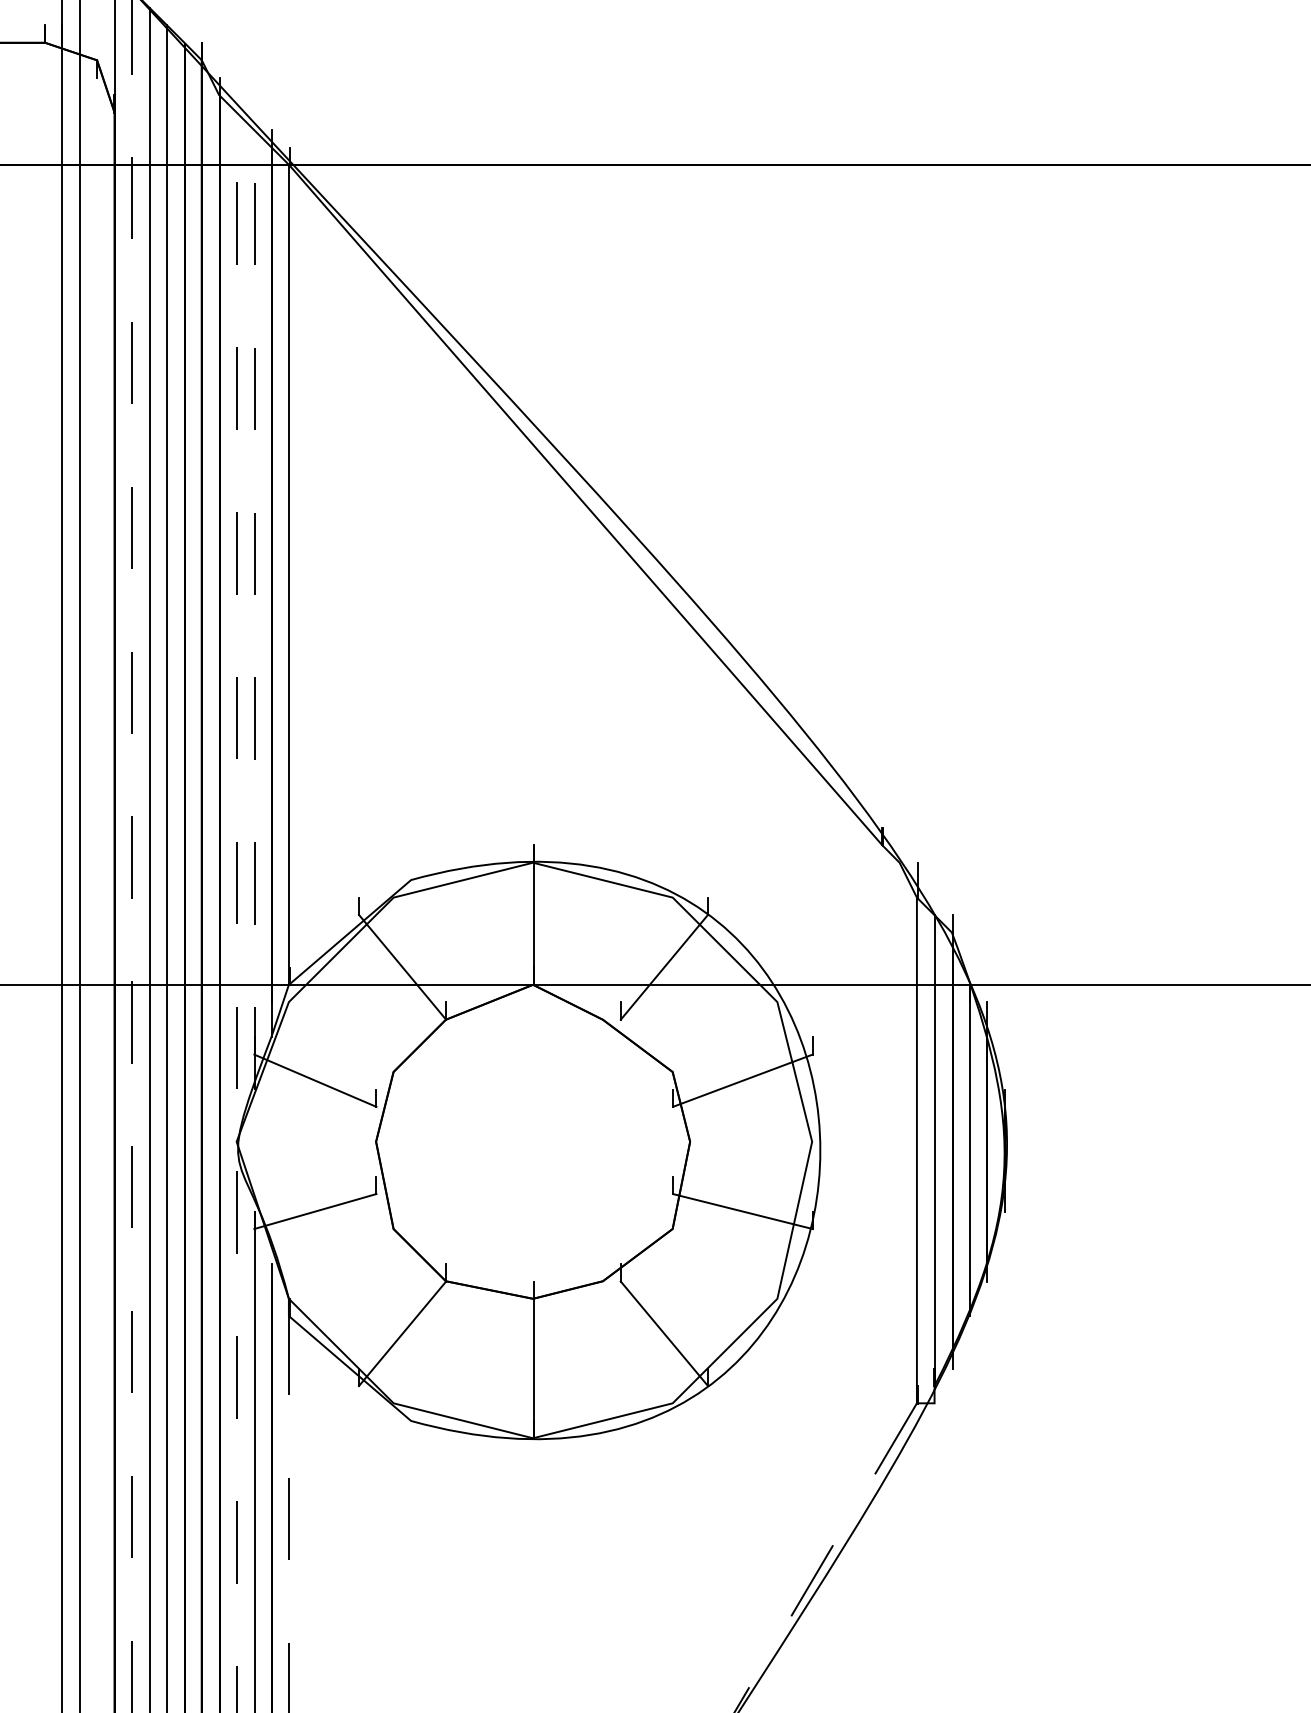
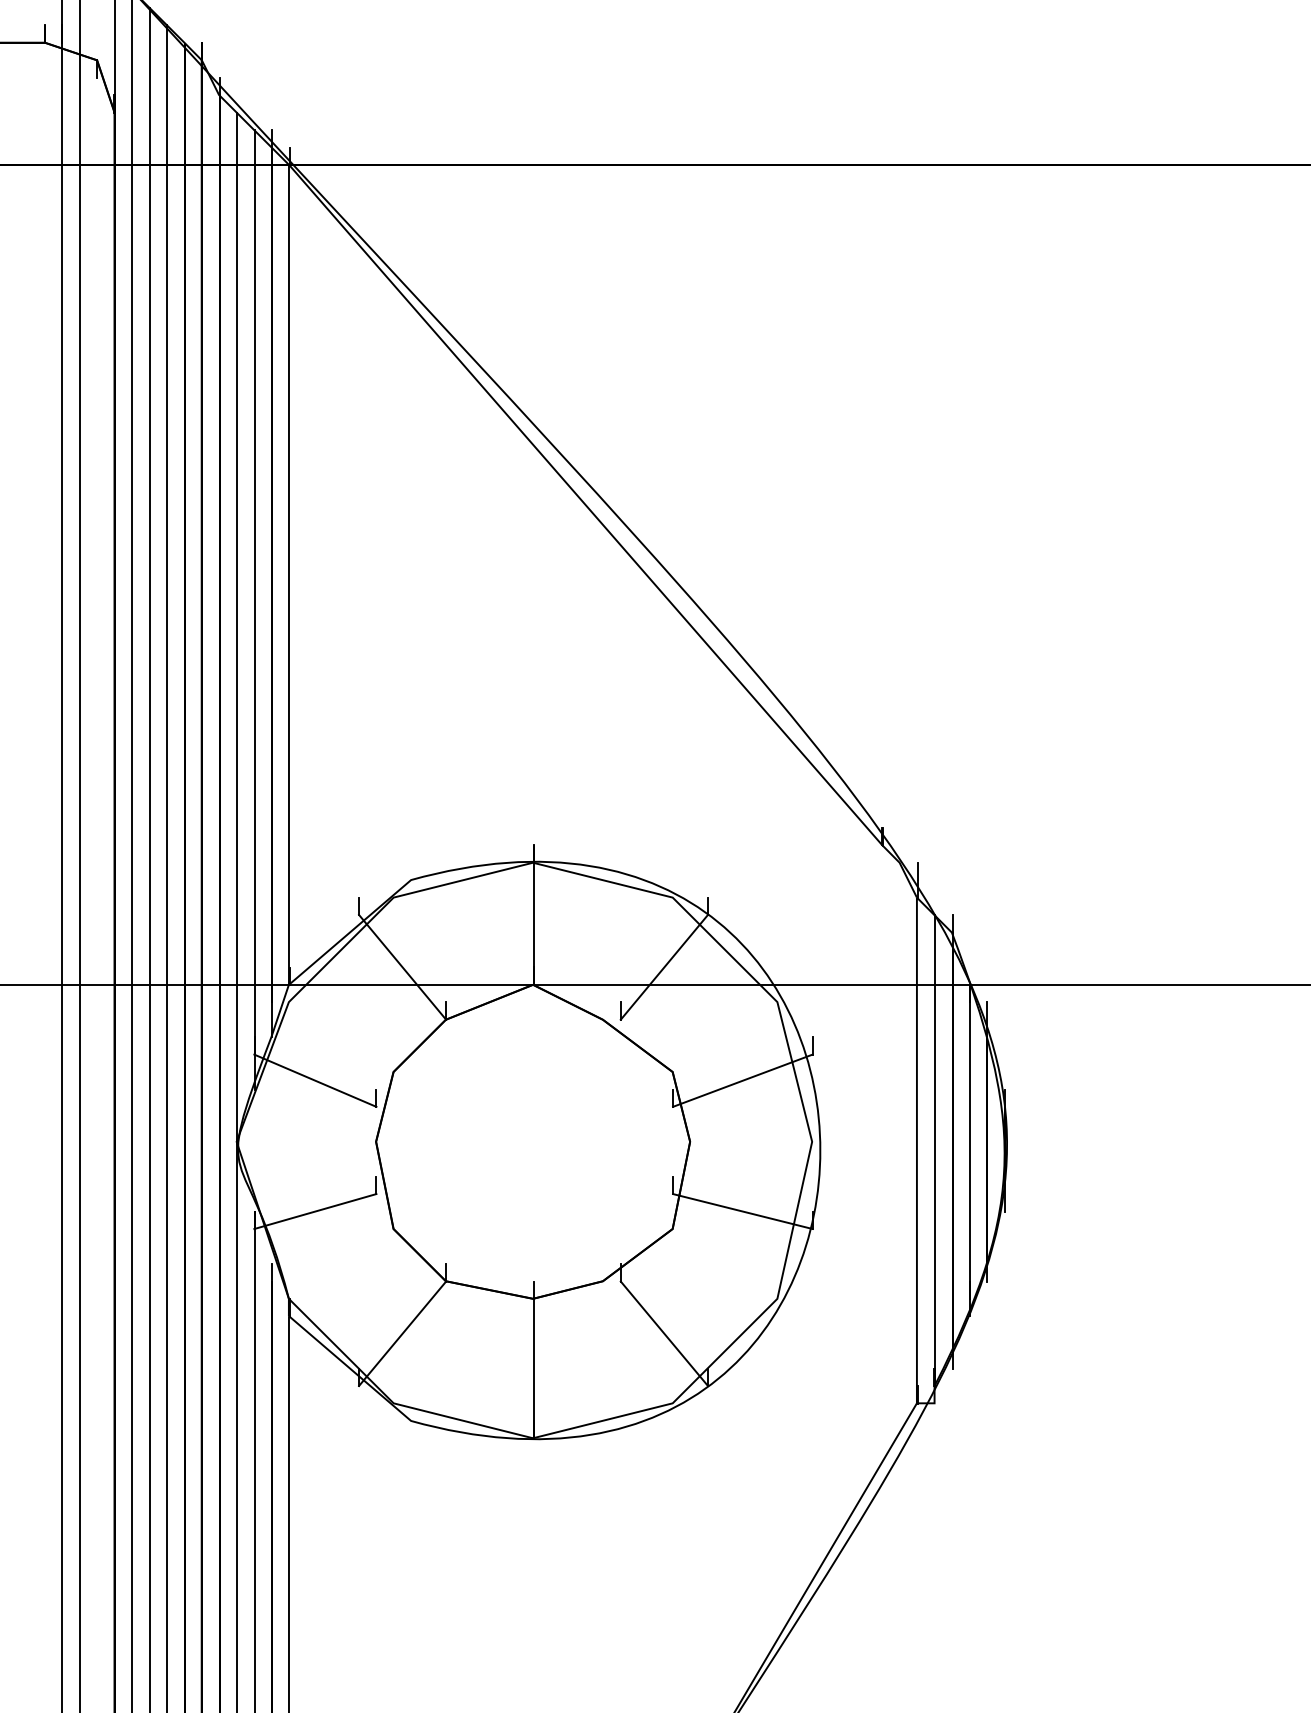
line at (254, 609): dashed -> solid
line at (132, 856): dashed -> solid
line at (237, 912): dashed -> solid
line at (288, 1693): dashed -> solid
